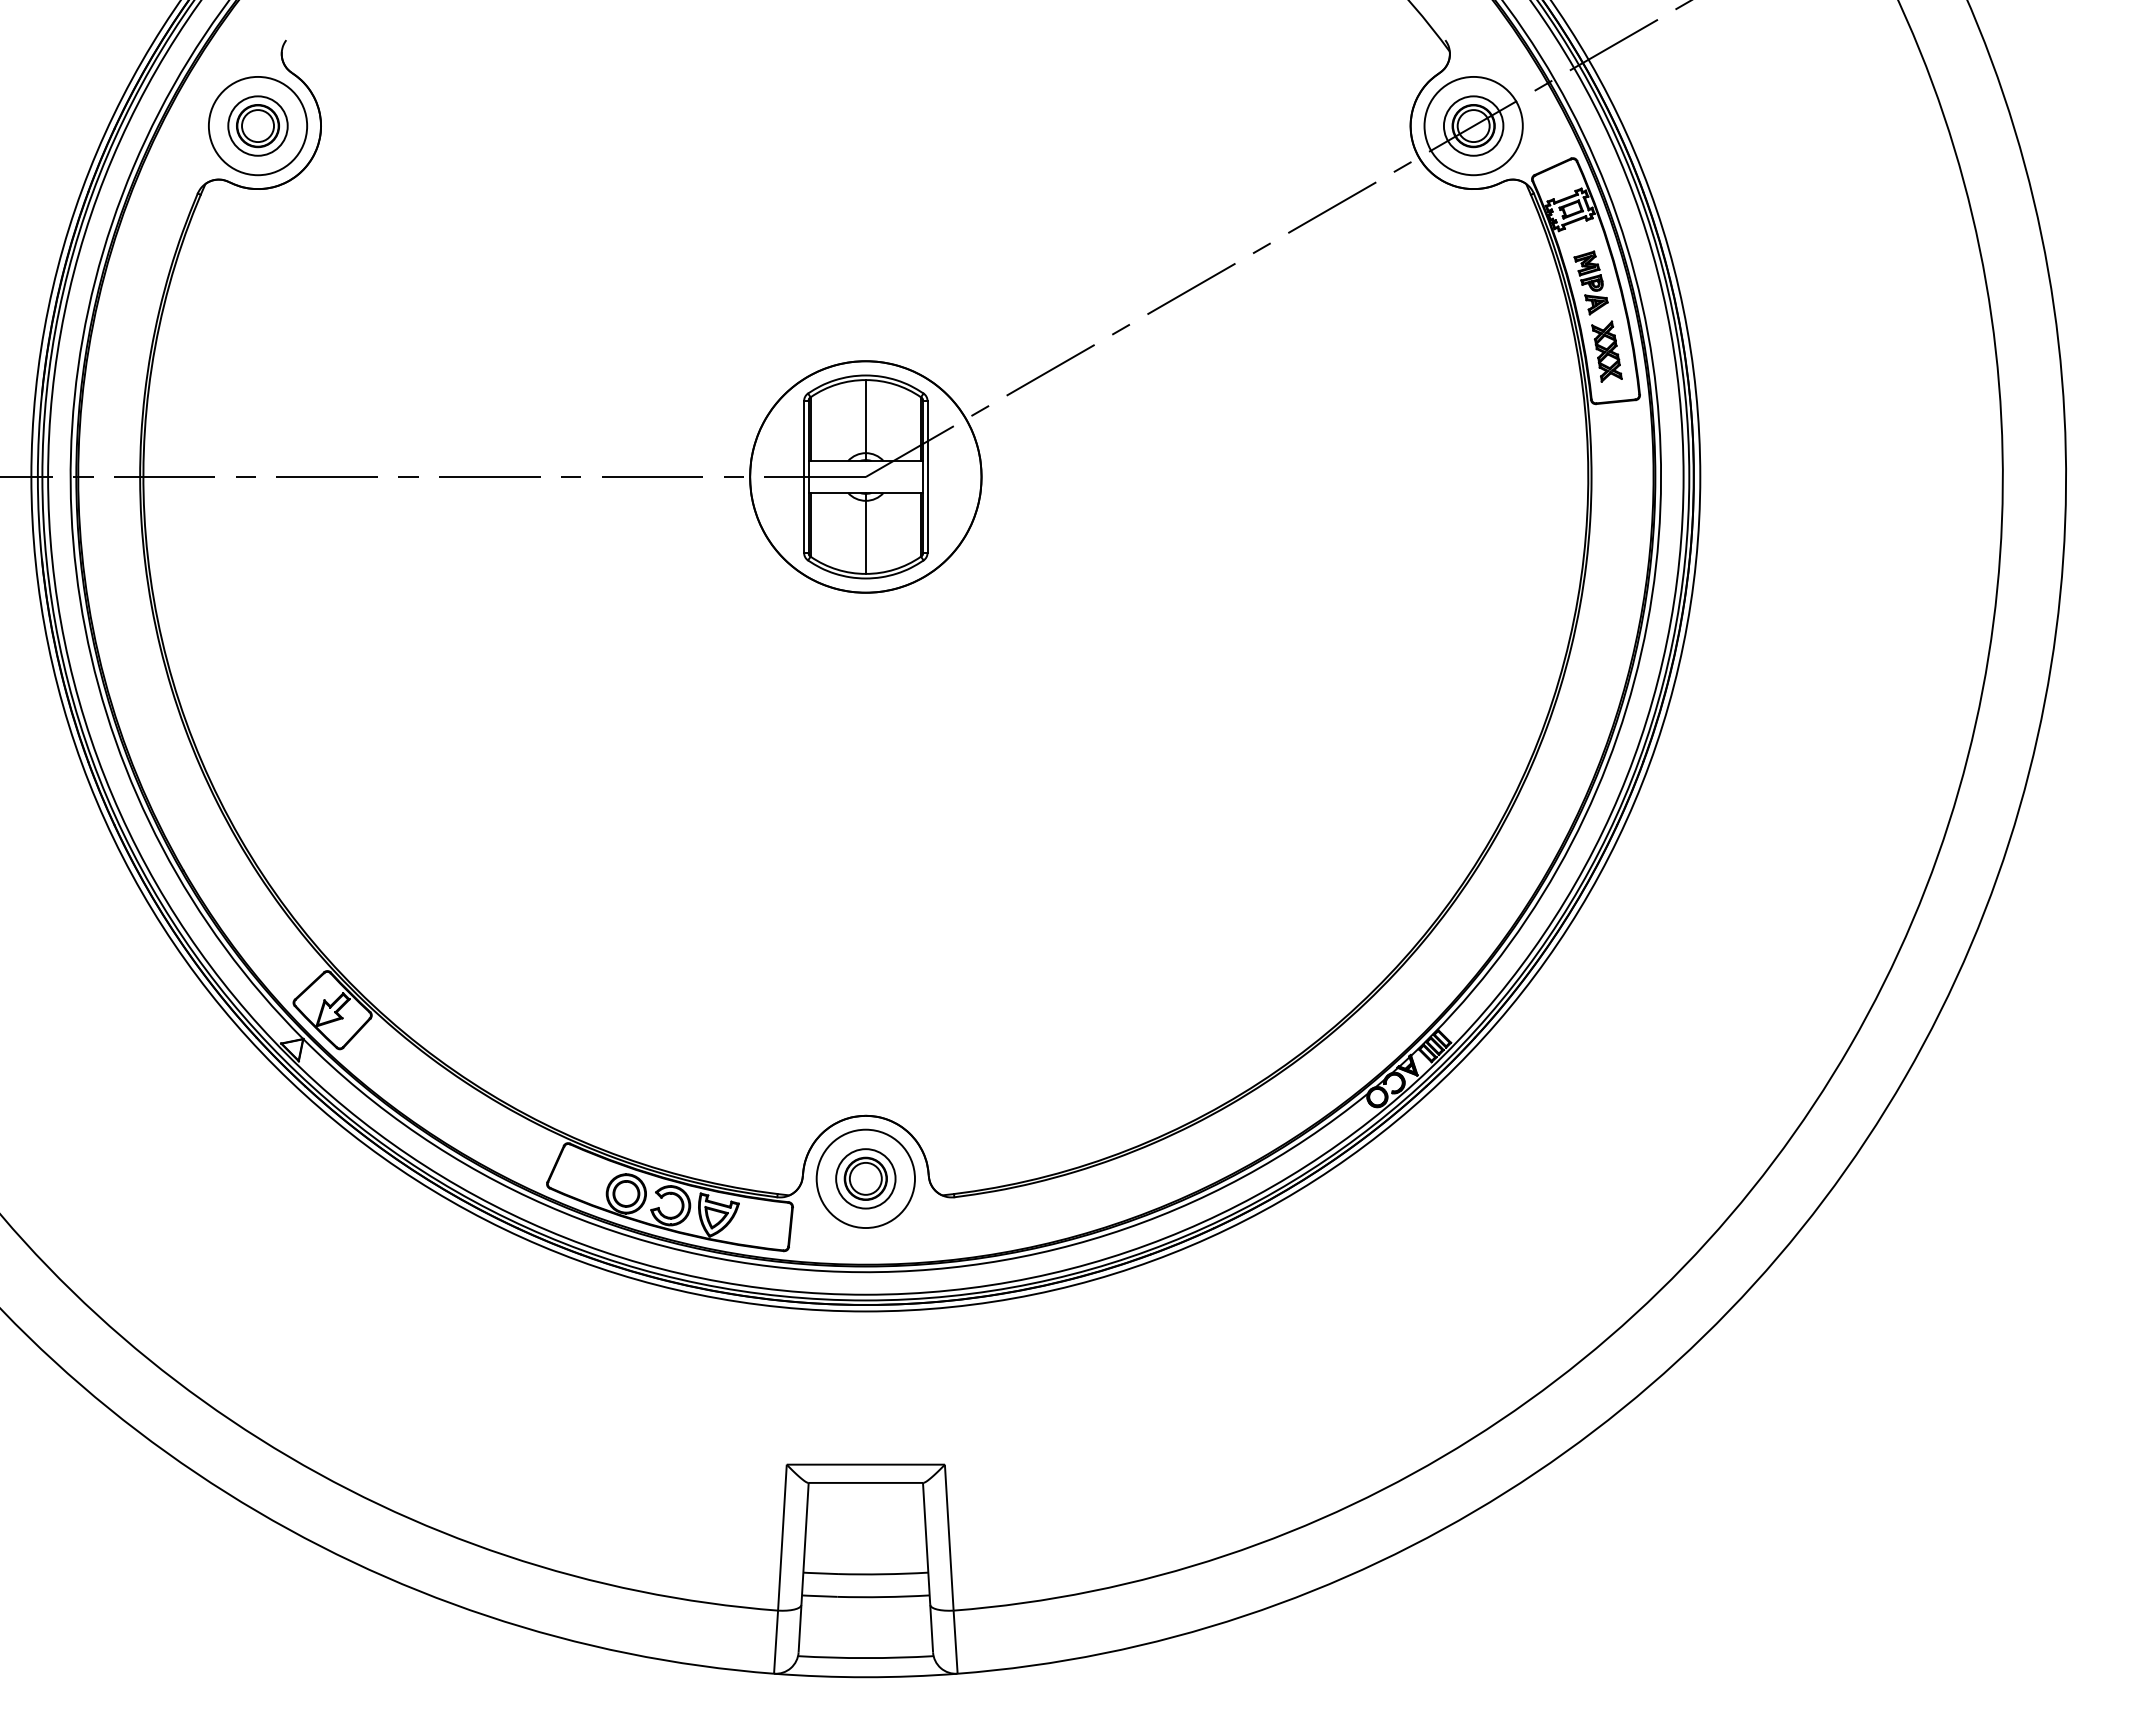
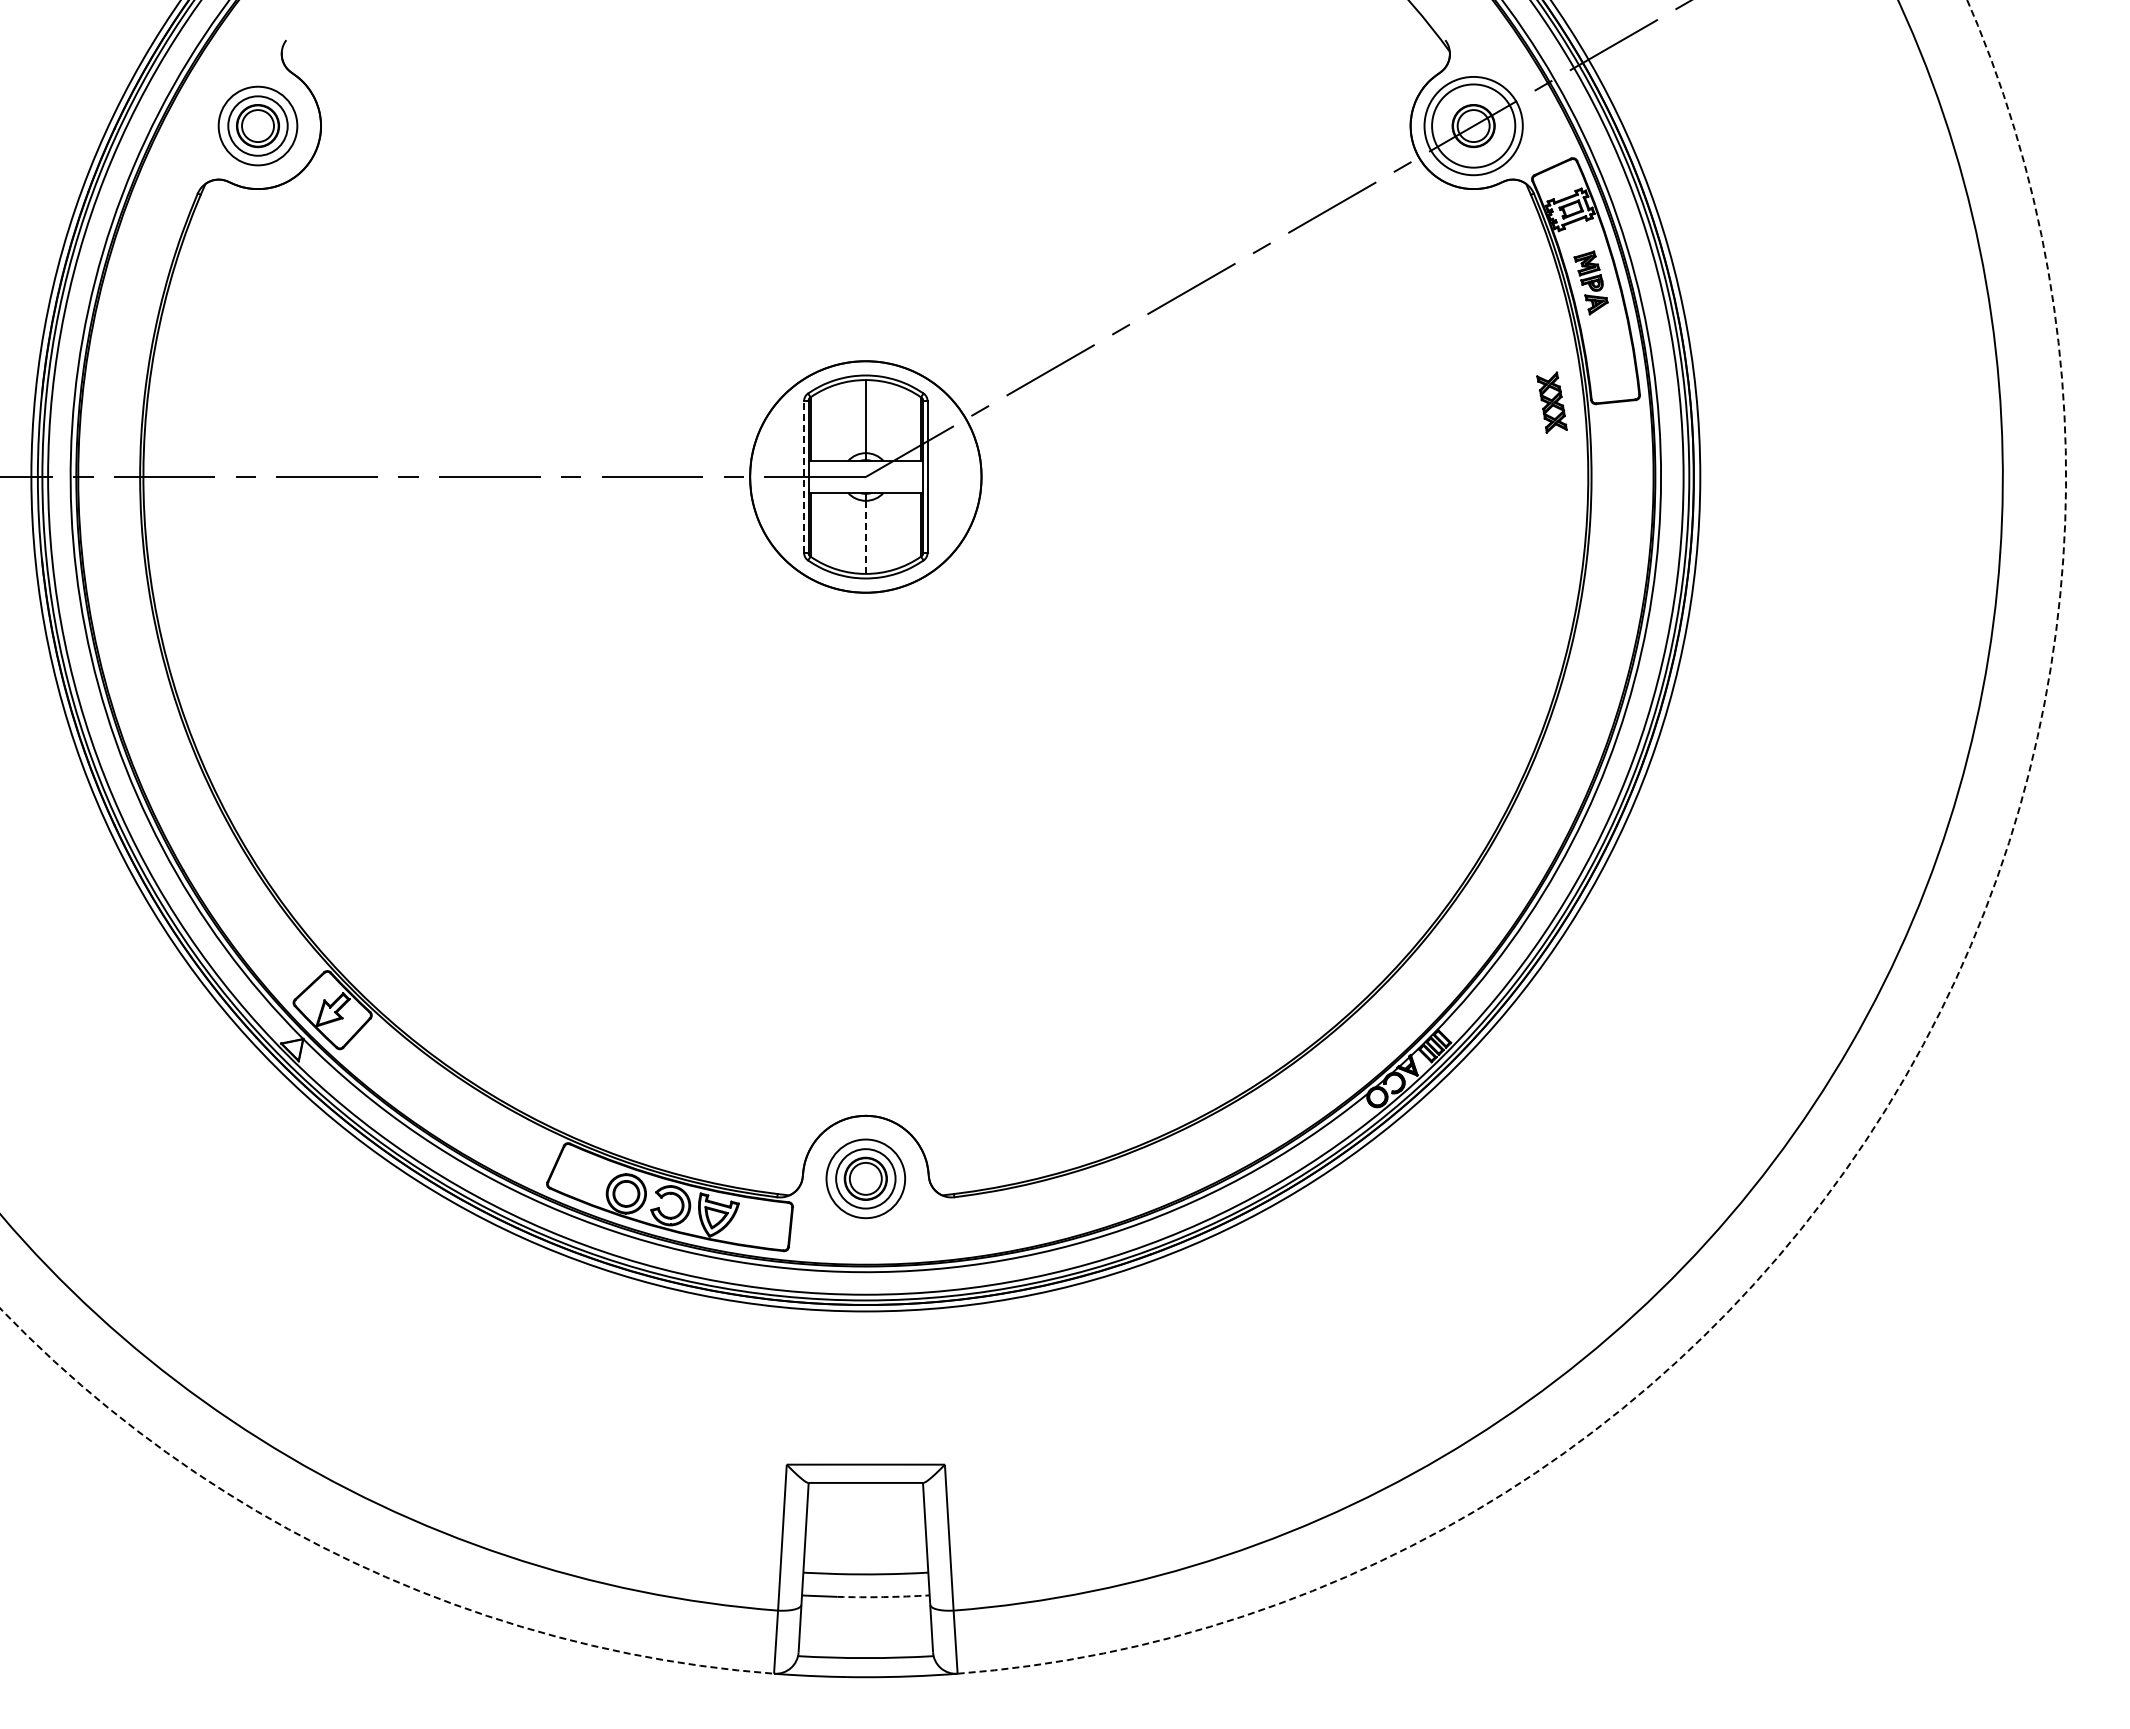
circle at (257, 125) diameter: 98 px -> 79 px
circle at (1473, 125) diameter: 59 px -> 83 px
part at (1606, 351) position: (1606, 351) -> (1551, 402)
line at (804, 477): solid -> dashed
line at (865, 537): solid -> dashed
arc at (1893, 1096): solid -> dashed
circle at (865, 1178) diameter: 98 px -> 79 px
arc at (352, 1561): solid -> dashed
arc at (883, 1597): solid -> dashed
